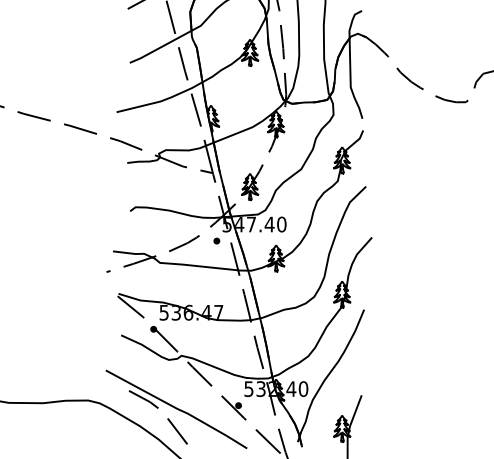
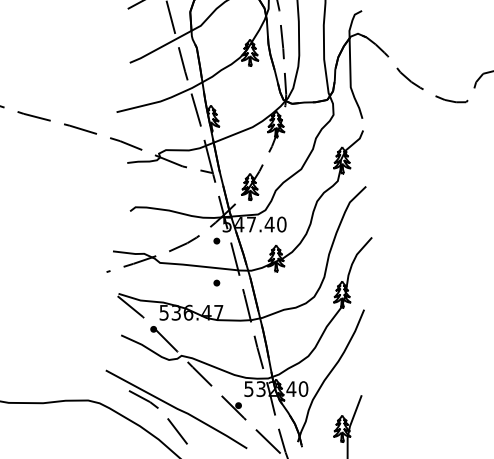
part at (216, 282): none -> present
